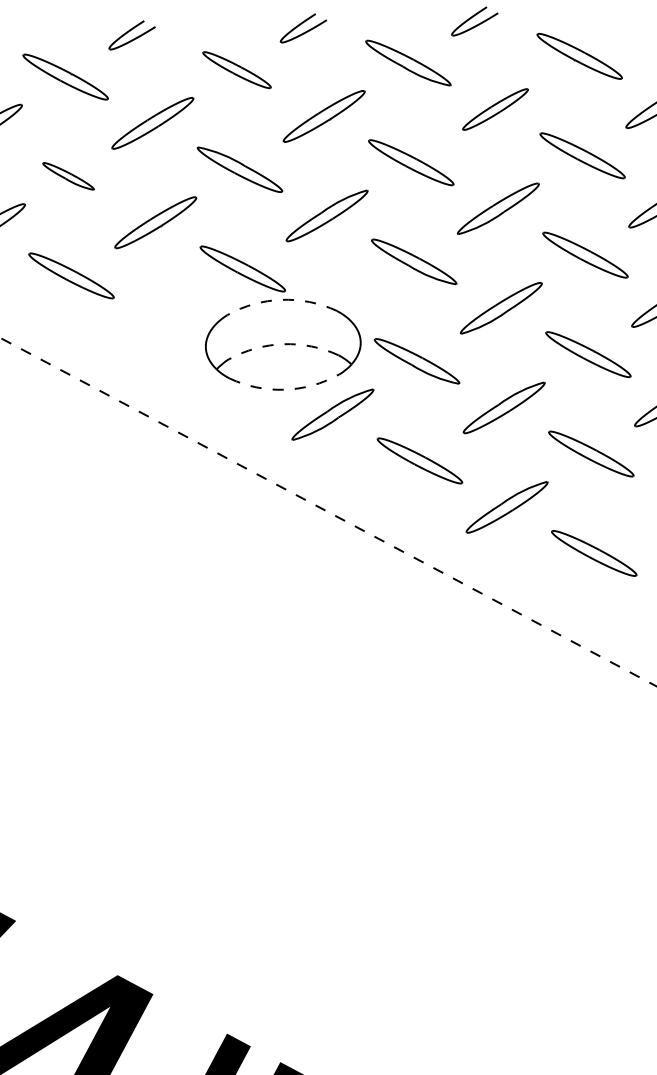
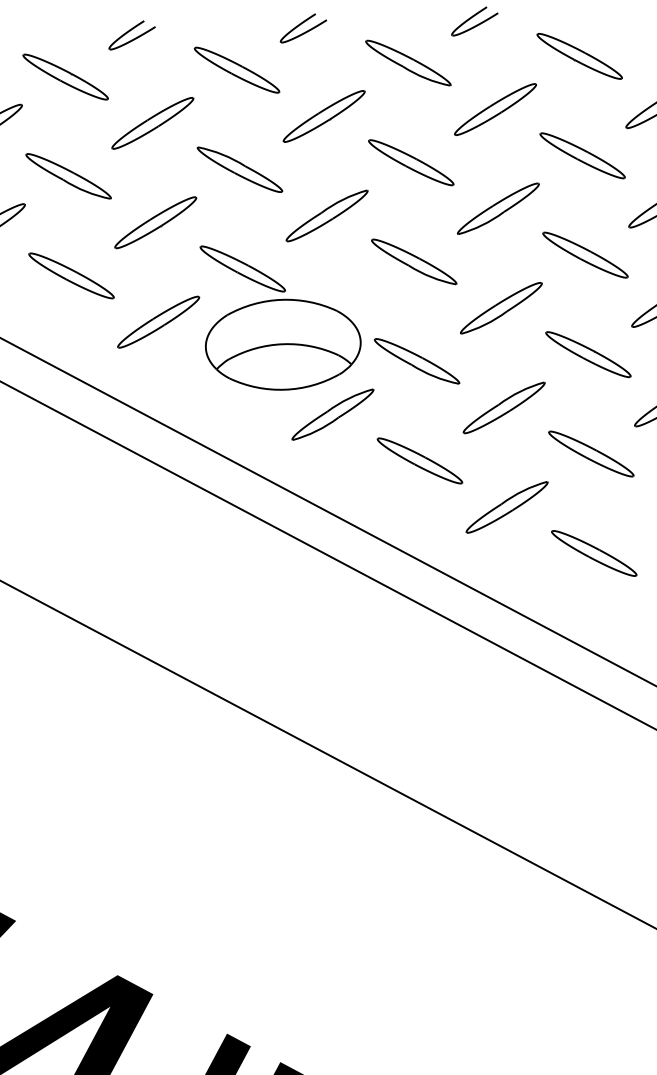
part at (236, 70) size: 70x39 px -> 88x48 px
part at (495, 109) size: 67x43 px -> 83x53 px
part at (68, 176) size: 53x29 px -> 87x47 px
arc at (281, 299): dashed -> solid
part at (158, 321): none -> present
arc at (283, 344): dashed -> solid
arc at (285, 389): dashed -> solid
line at (327, 511): dashed -> solid
line at (327, 555): none -> present
line at (327, 754): none -> present
